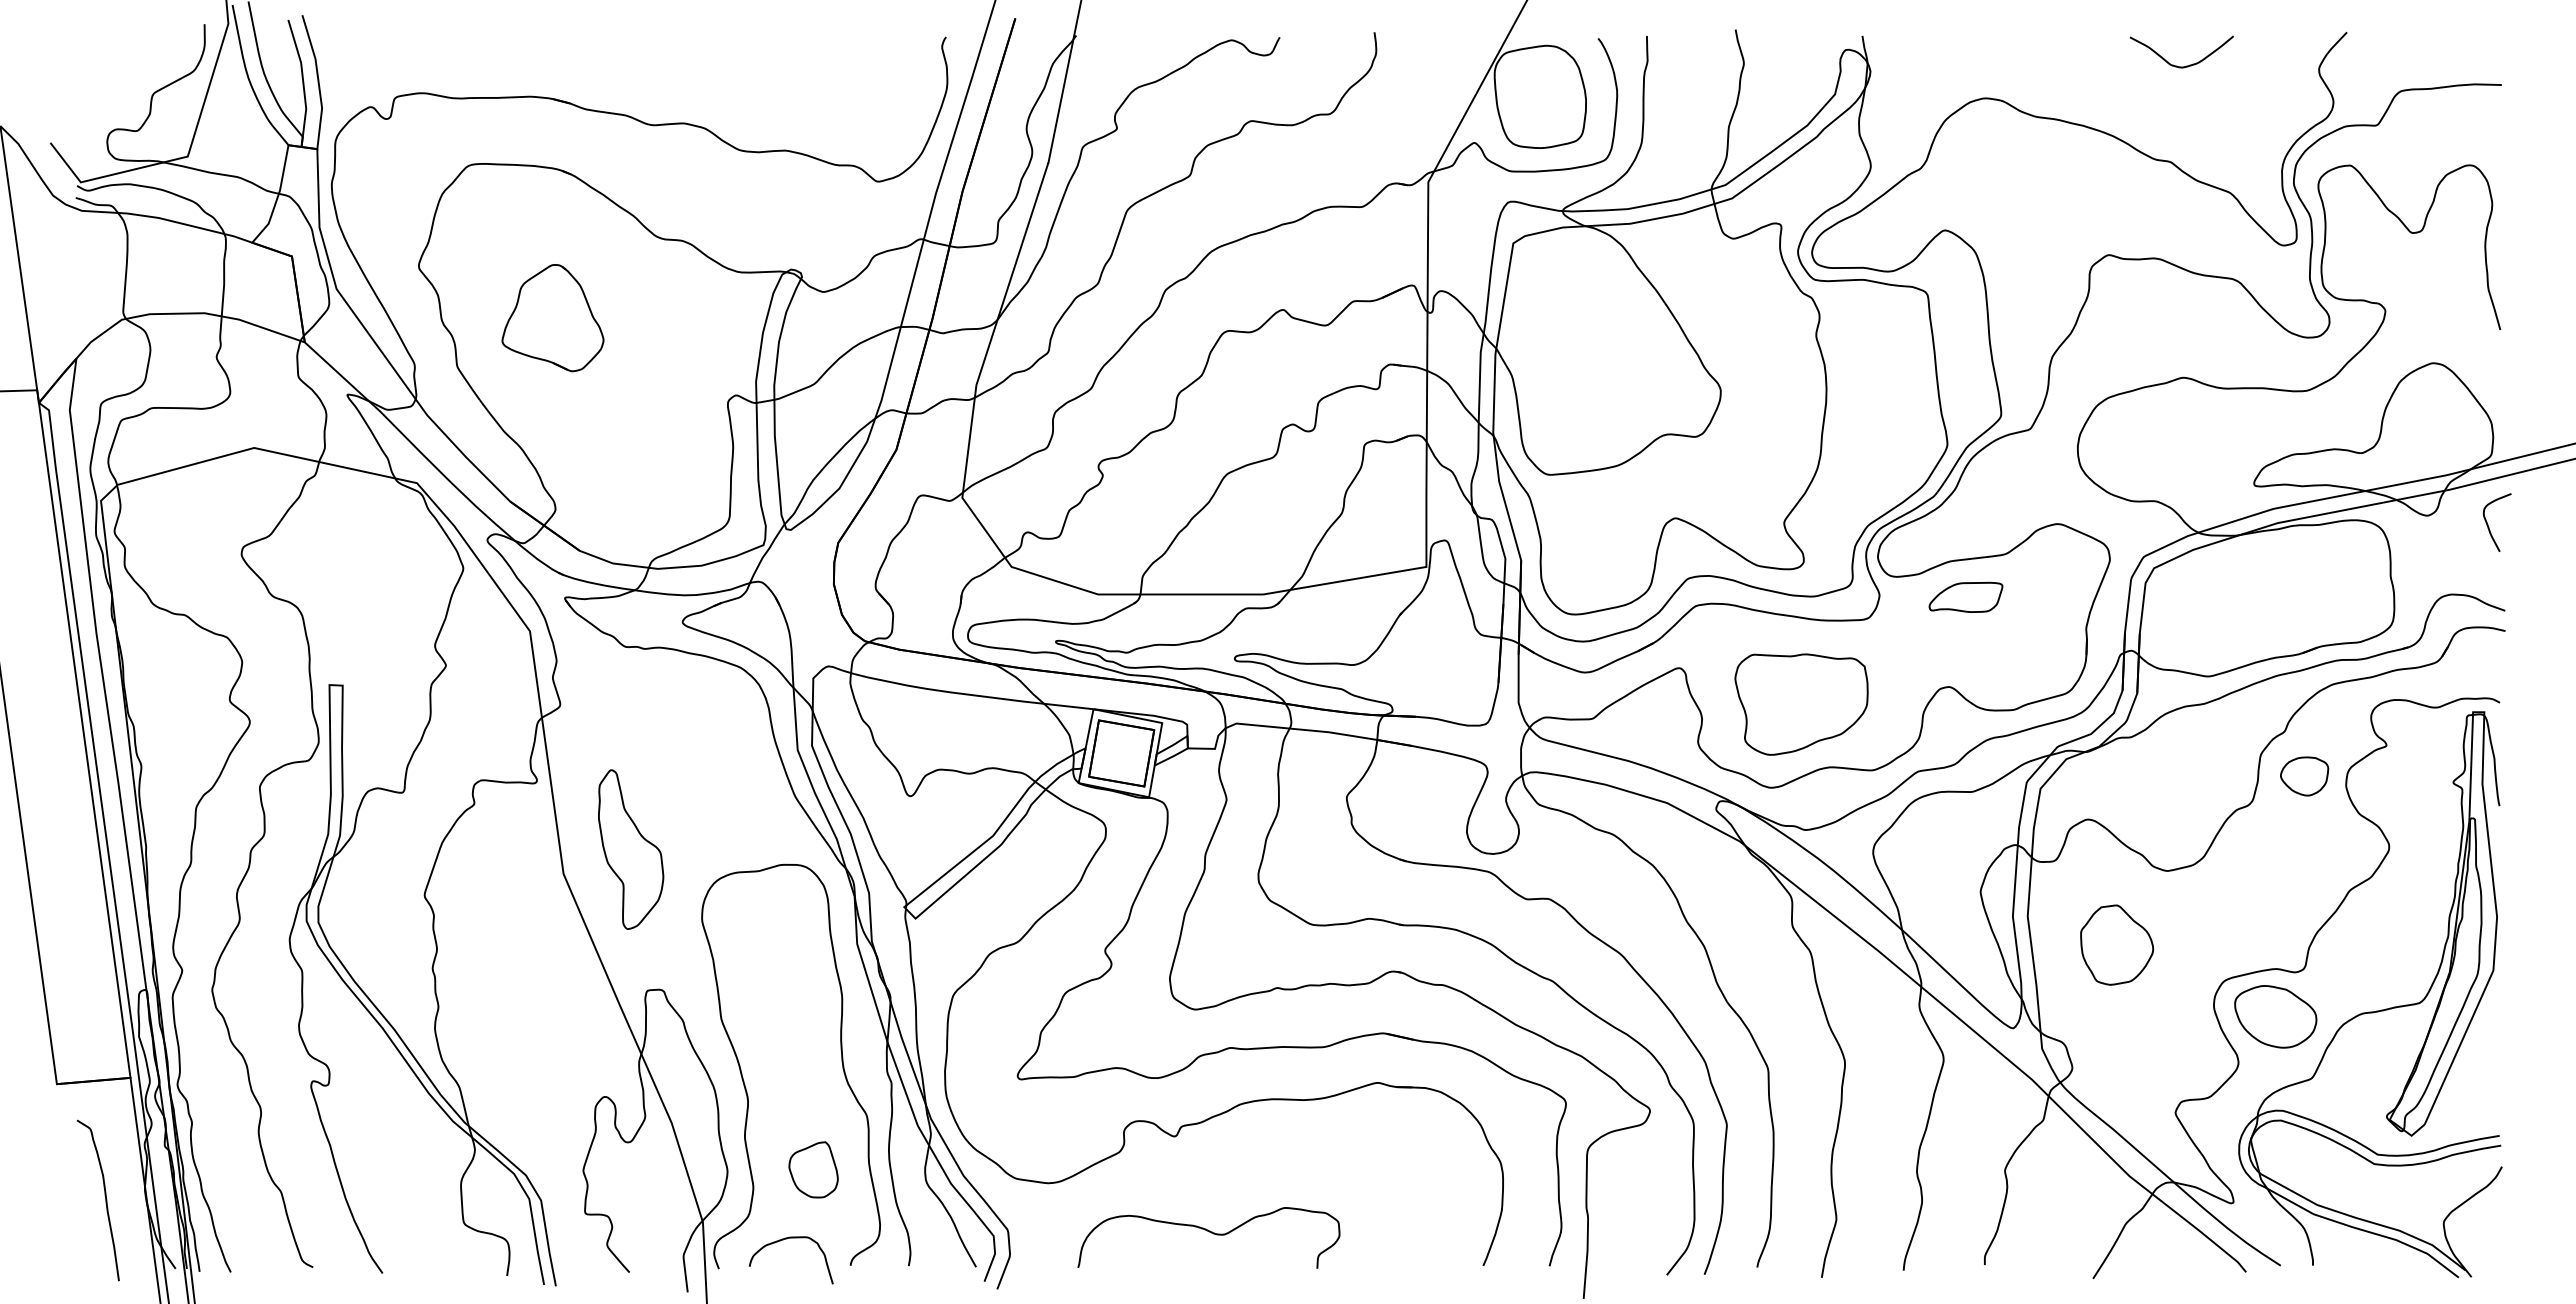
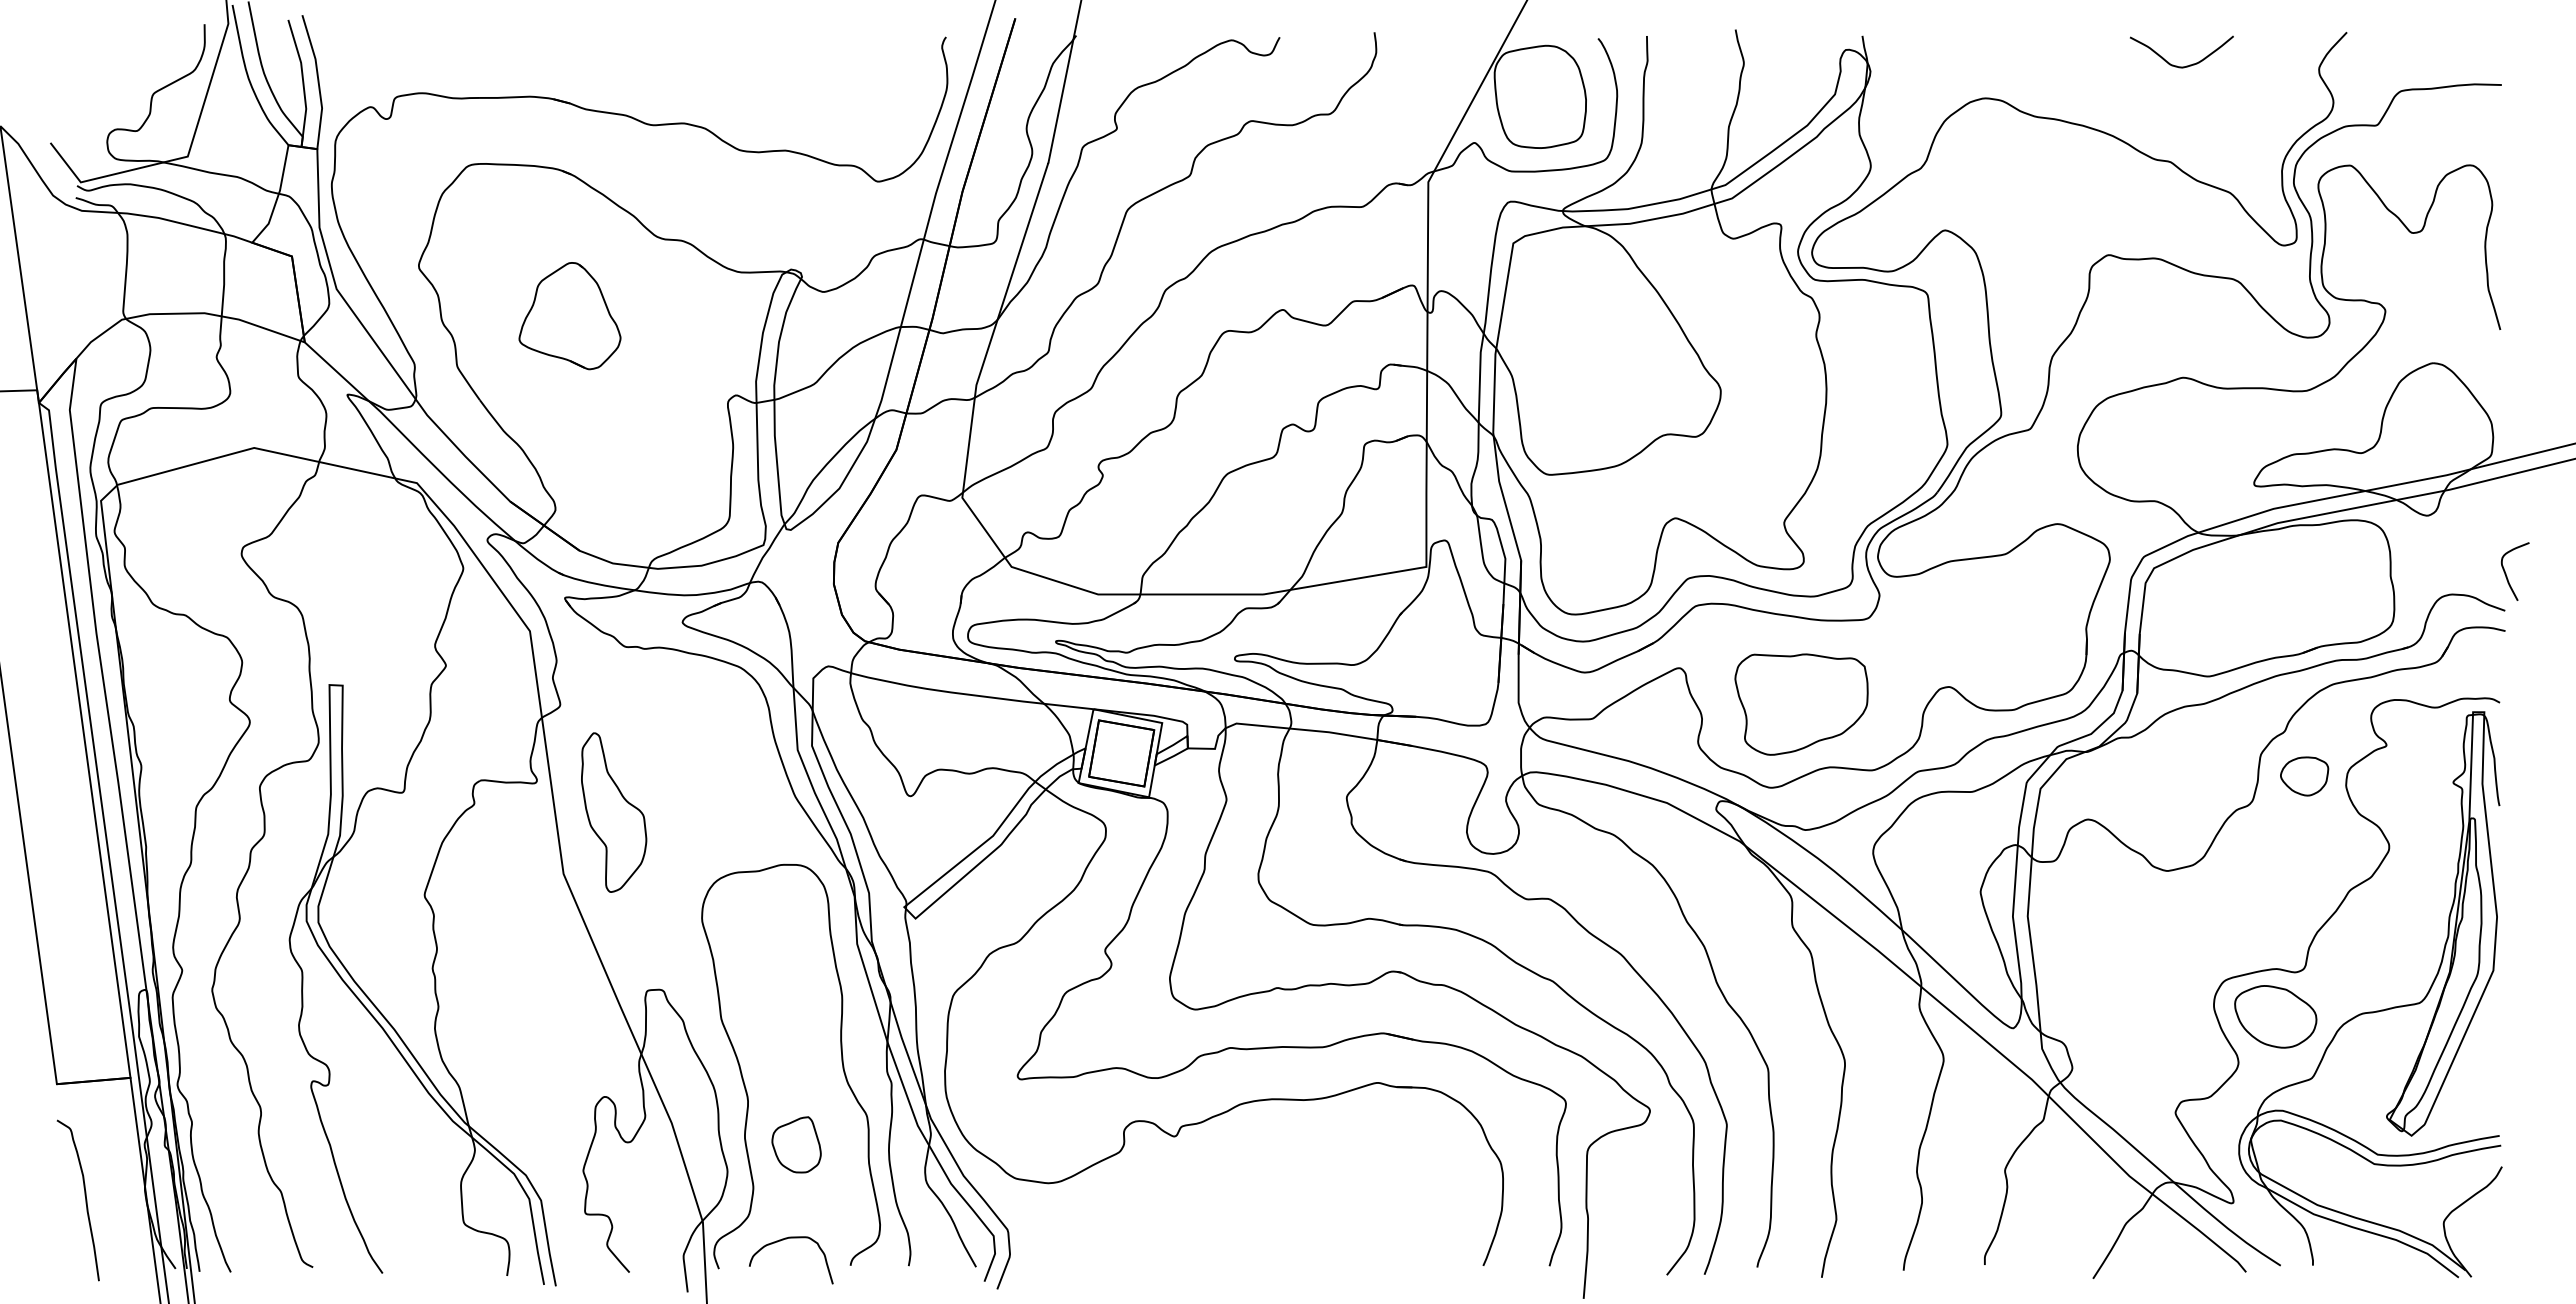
part at (552, 318) position: (552, 318) -> (569, 316)
curve at (2488, 524) position: (2488, 524) -> (2506, 573)
part at (1965, 596): present -> none
part at (631, 849) position: (631, 849) -> (614, 812)
part at (2117, 944): present -> none
part at (813, 1169) position: (813, 1169) -> (796, 1144)
curve at (105, 1200) position: (105, 1200) -> (85, 1200)
curve at (1211, 1233): present -> none
